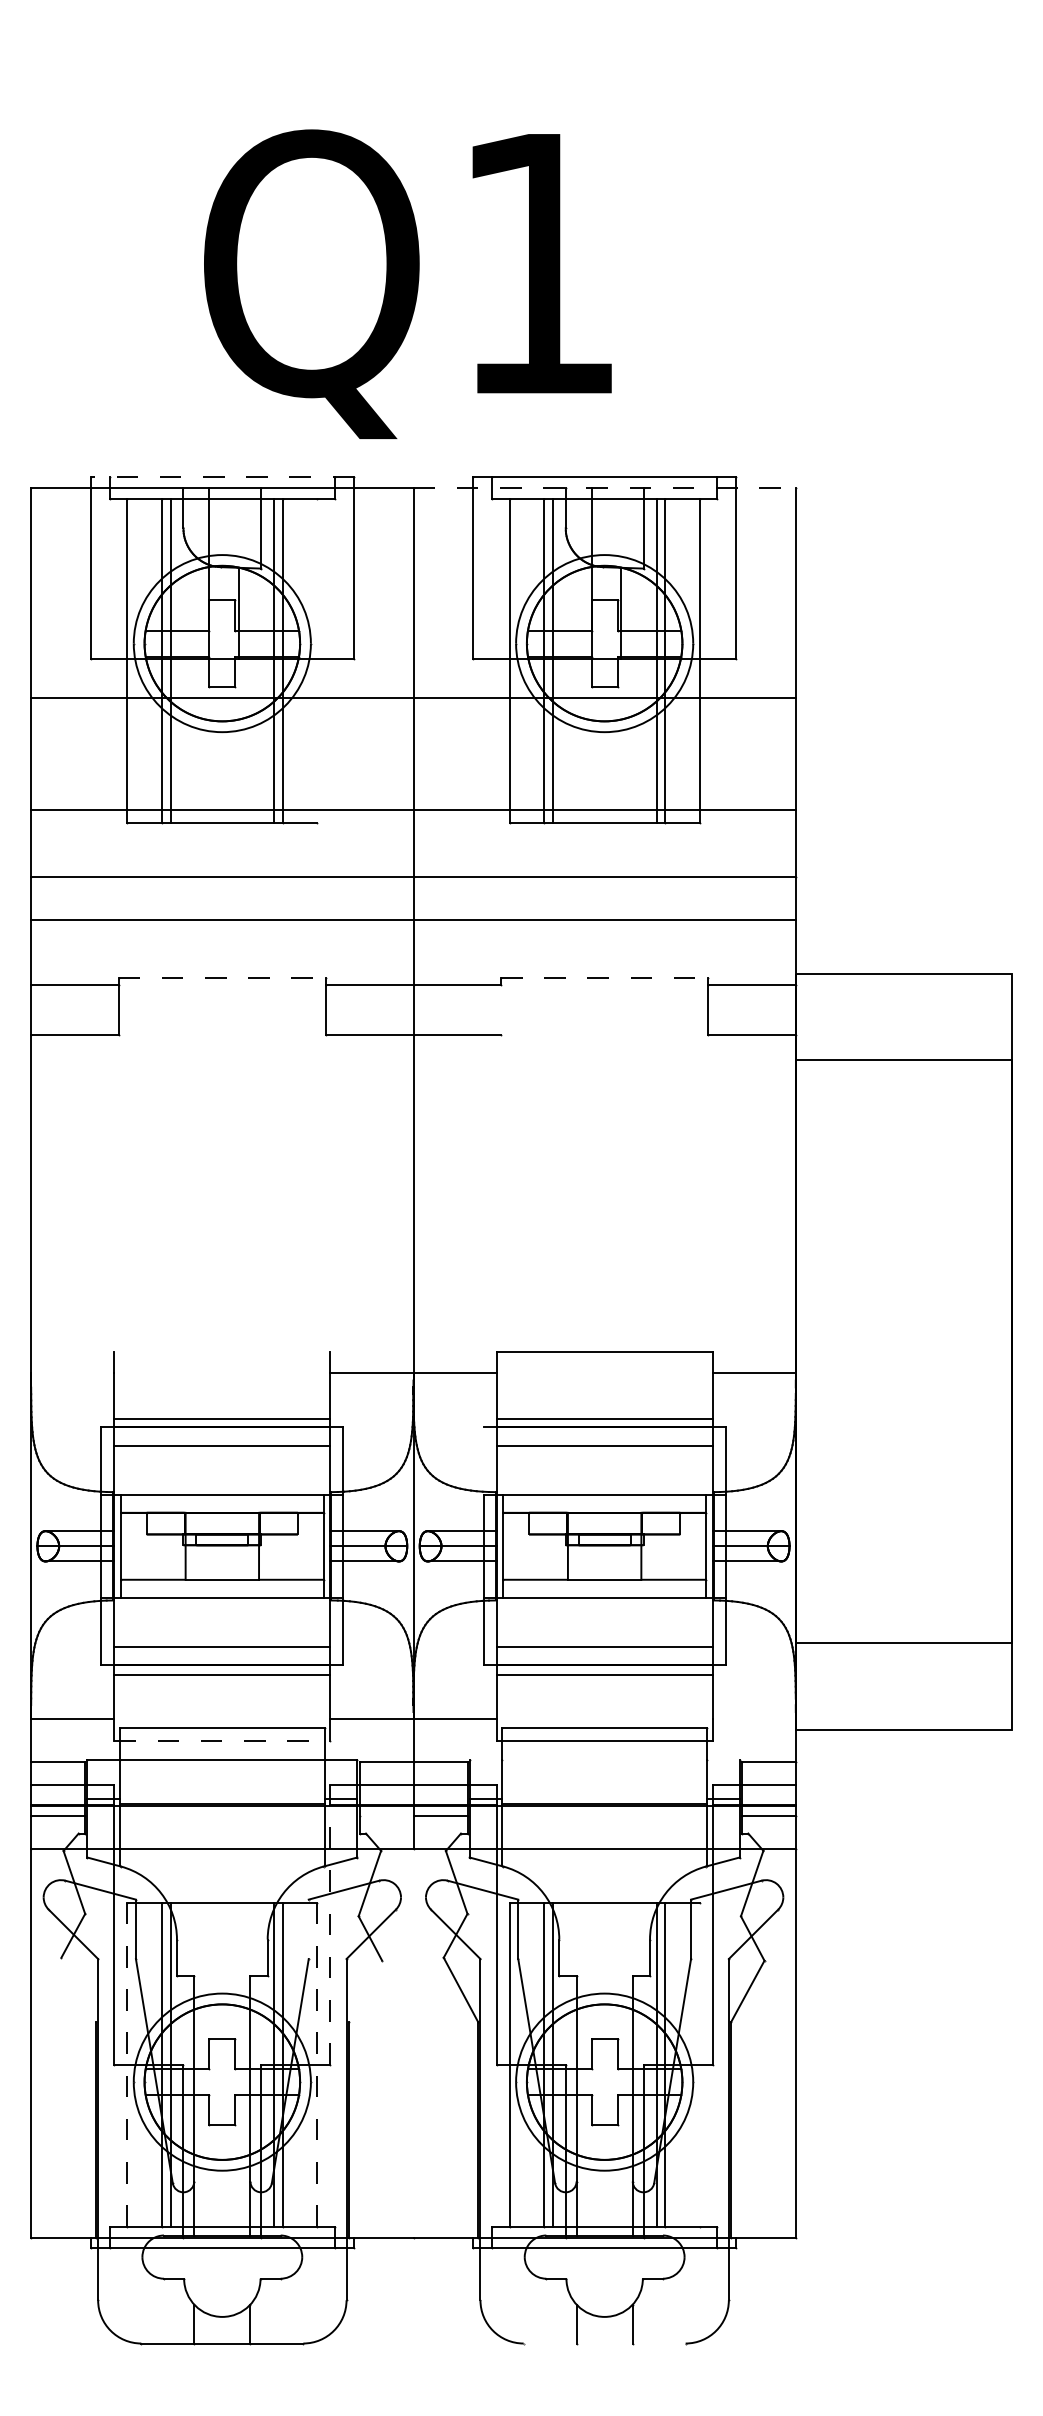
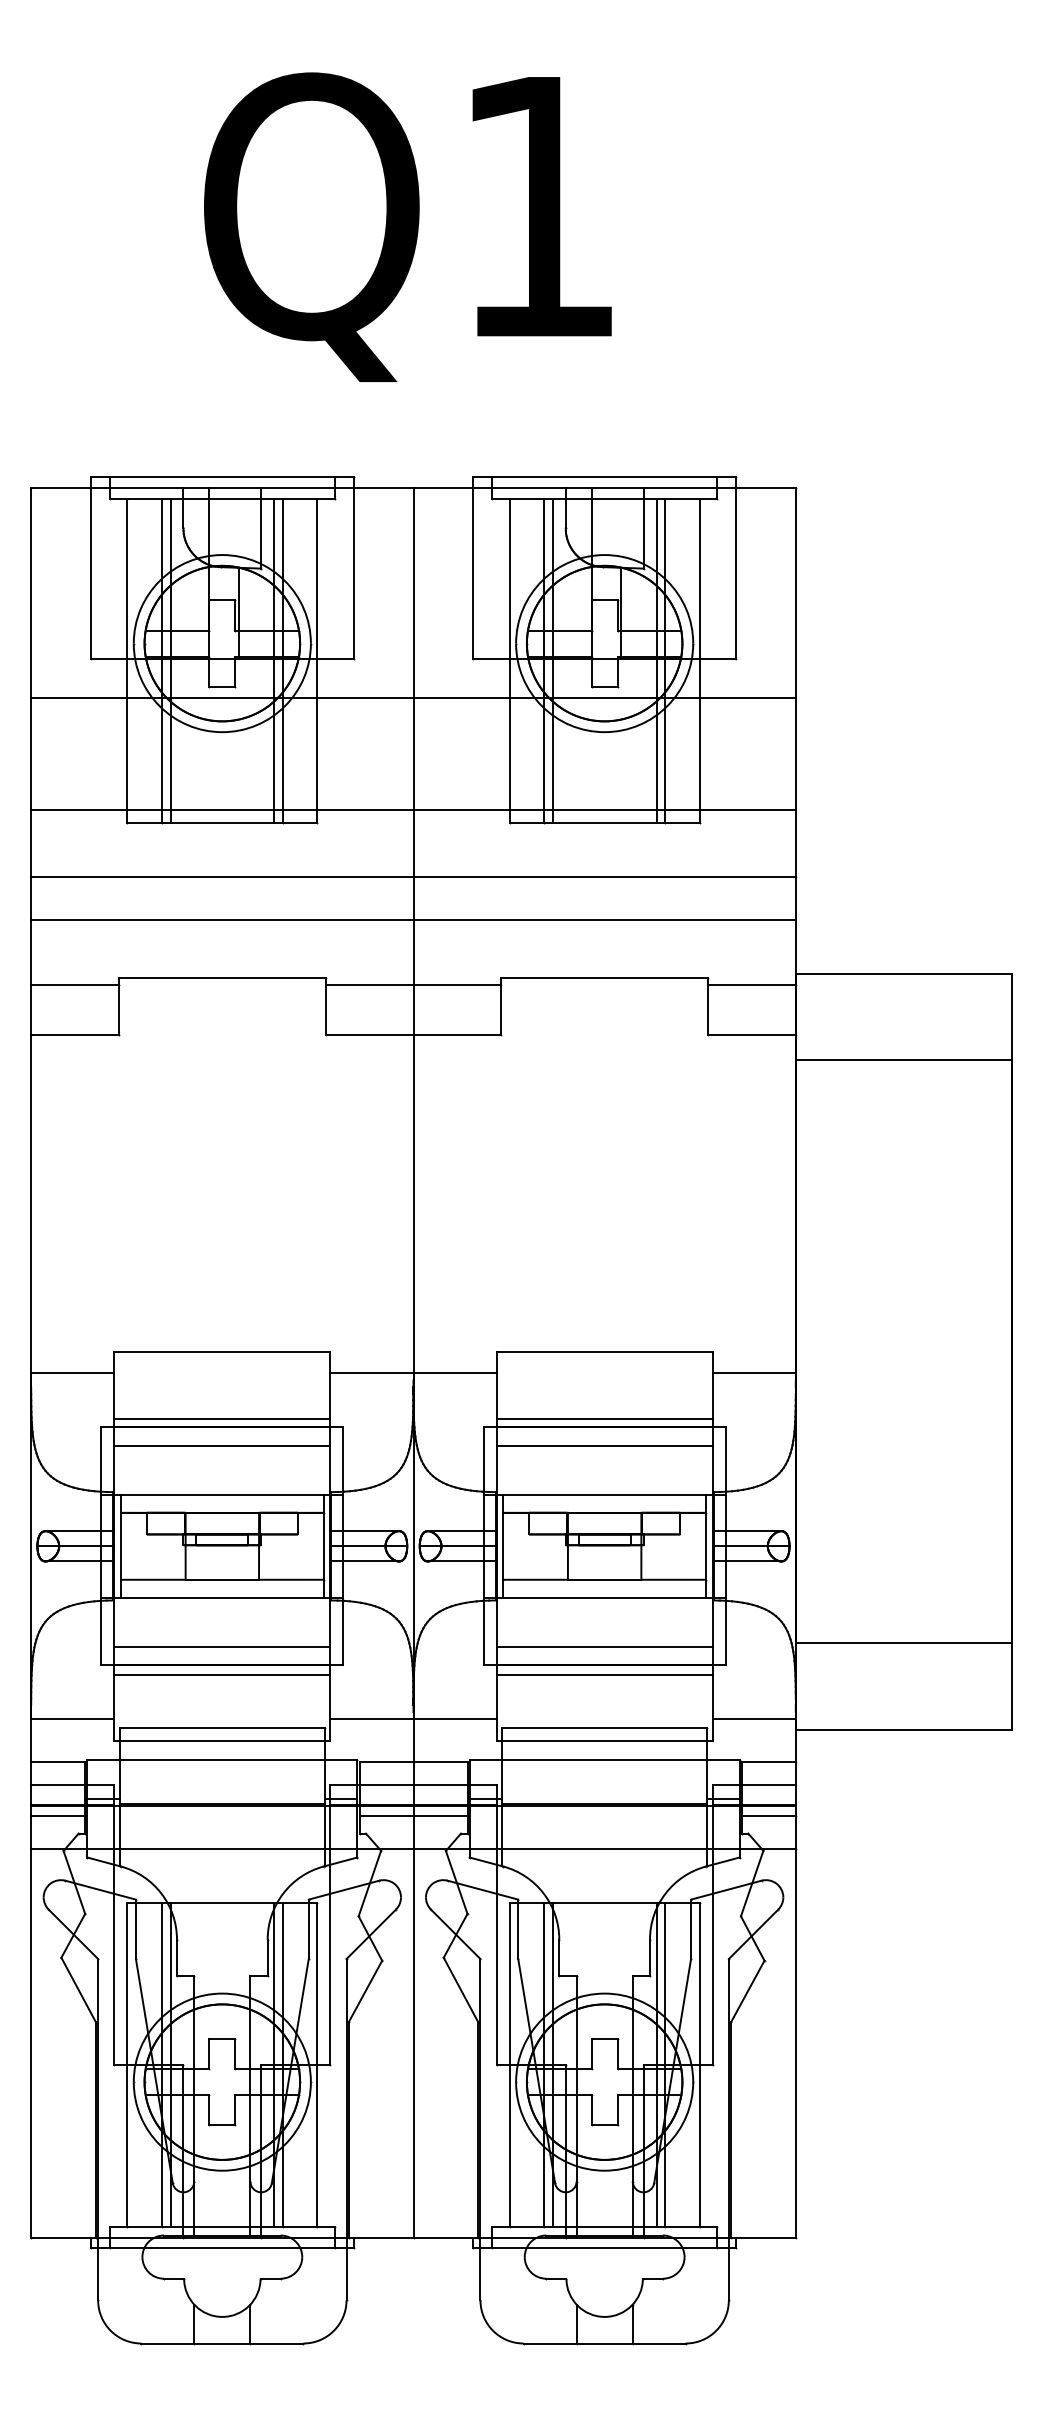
text at (407, 283) position: (407, 283) -> (407, 226)
line at (222, 477): dashed -> solid
line at (605, 488): dashed -> solid
line at (317, 660): none -> present
line at (222, 978): dashed -> solid
line at (604, 978): dashed -> solid
line at (500, 1009): none -> present
line at (222, 1351): none -> present
line at (72, 1373): none -> present
line at (483, 1460): none -> present
line at (753, 1719): none -> present
line at (222, 1740): dashed -> solid
line at (604, 1760): none -> present
line at (386, 1816): none -> present
line at (330, 1925): dashed -> solid
line at (308, 1929): none -> present
line at (78, 1989): none -> present
line at (365, 1991): none -> present
line at (413, 2042): none -> present
line at (127, 2064): dashed -> solid
line at (317, 2064): dashed -> solid
line at (699, 2064): none -> present
line at (604, 2343): none -> present
